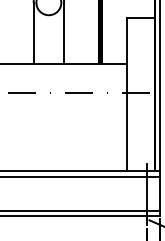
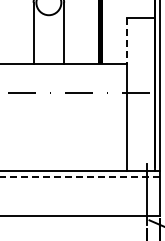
line at (126, 41): solid -> dashed
line at (80, 176): solid -> dashed
line at (81, 210): present -> none
